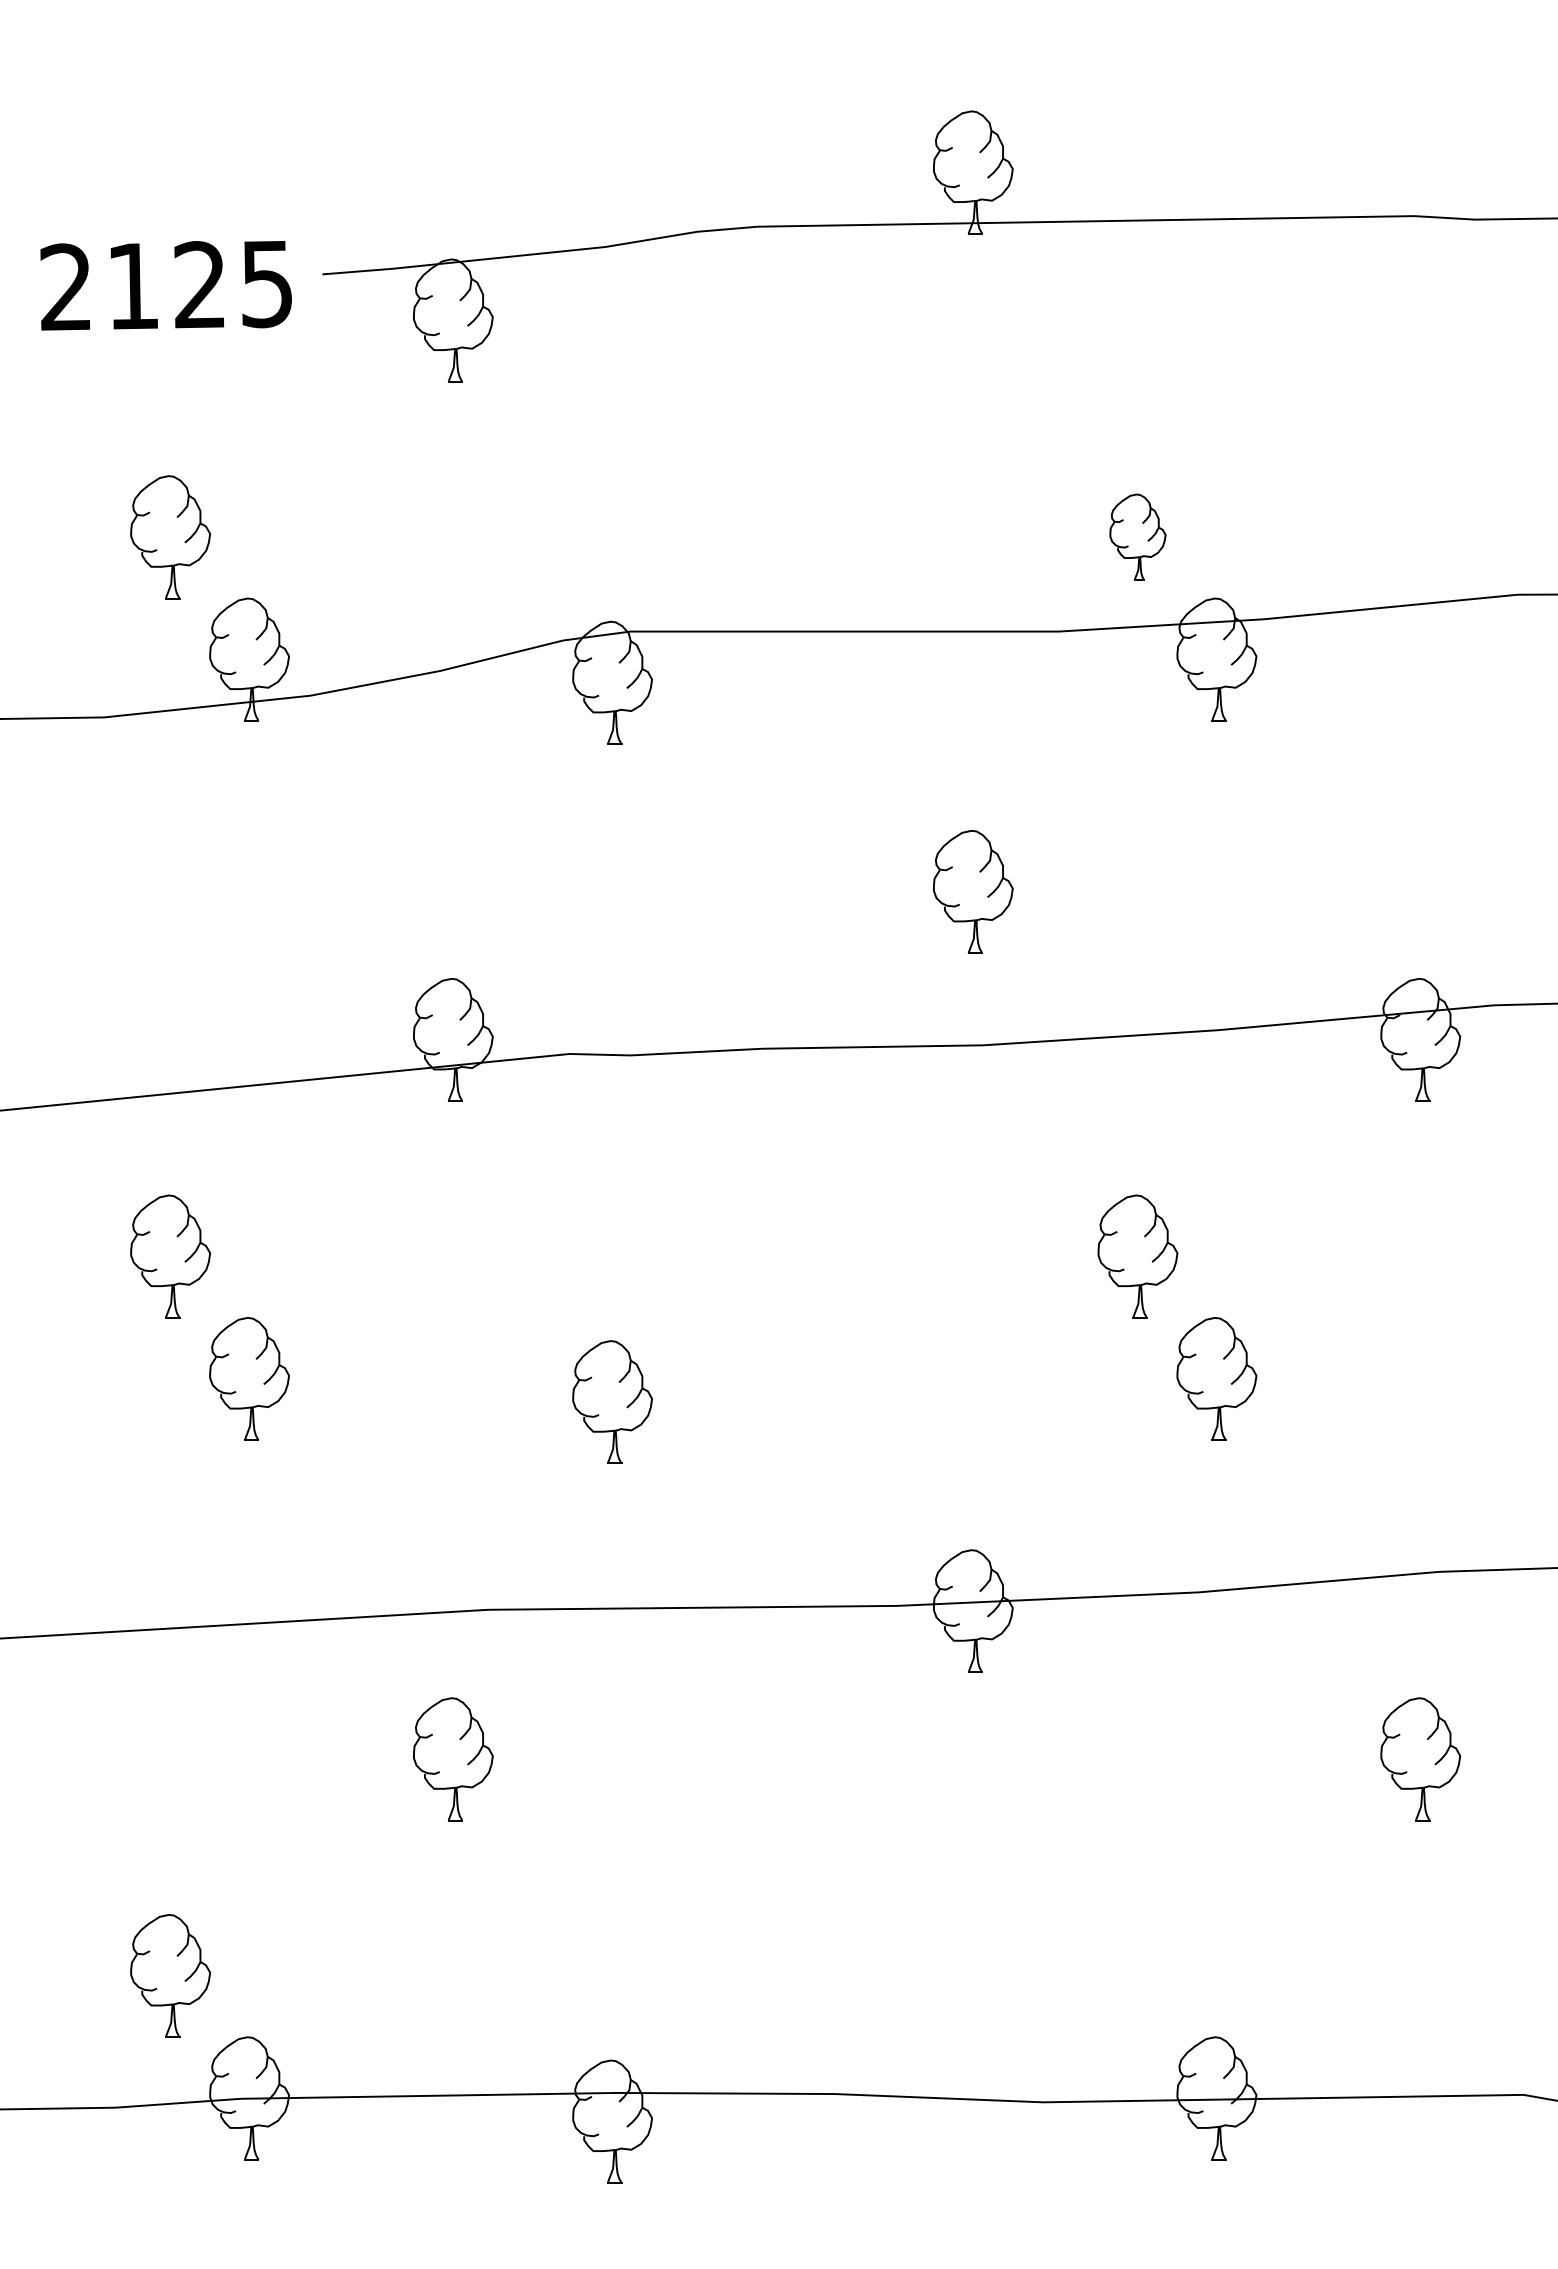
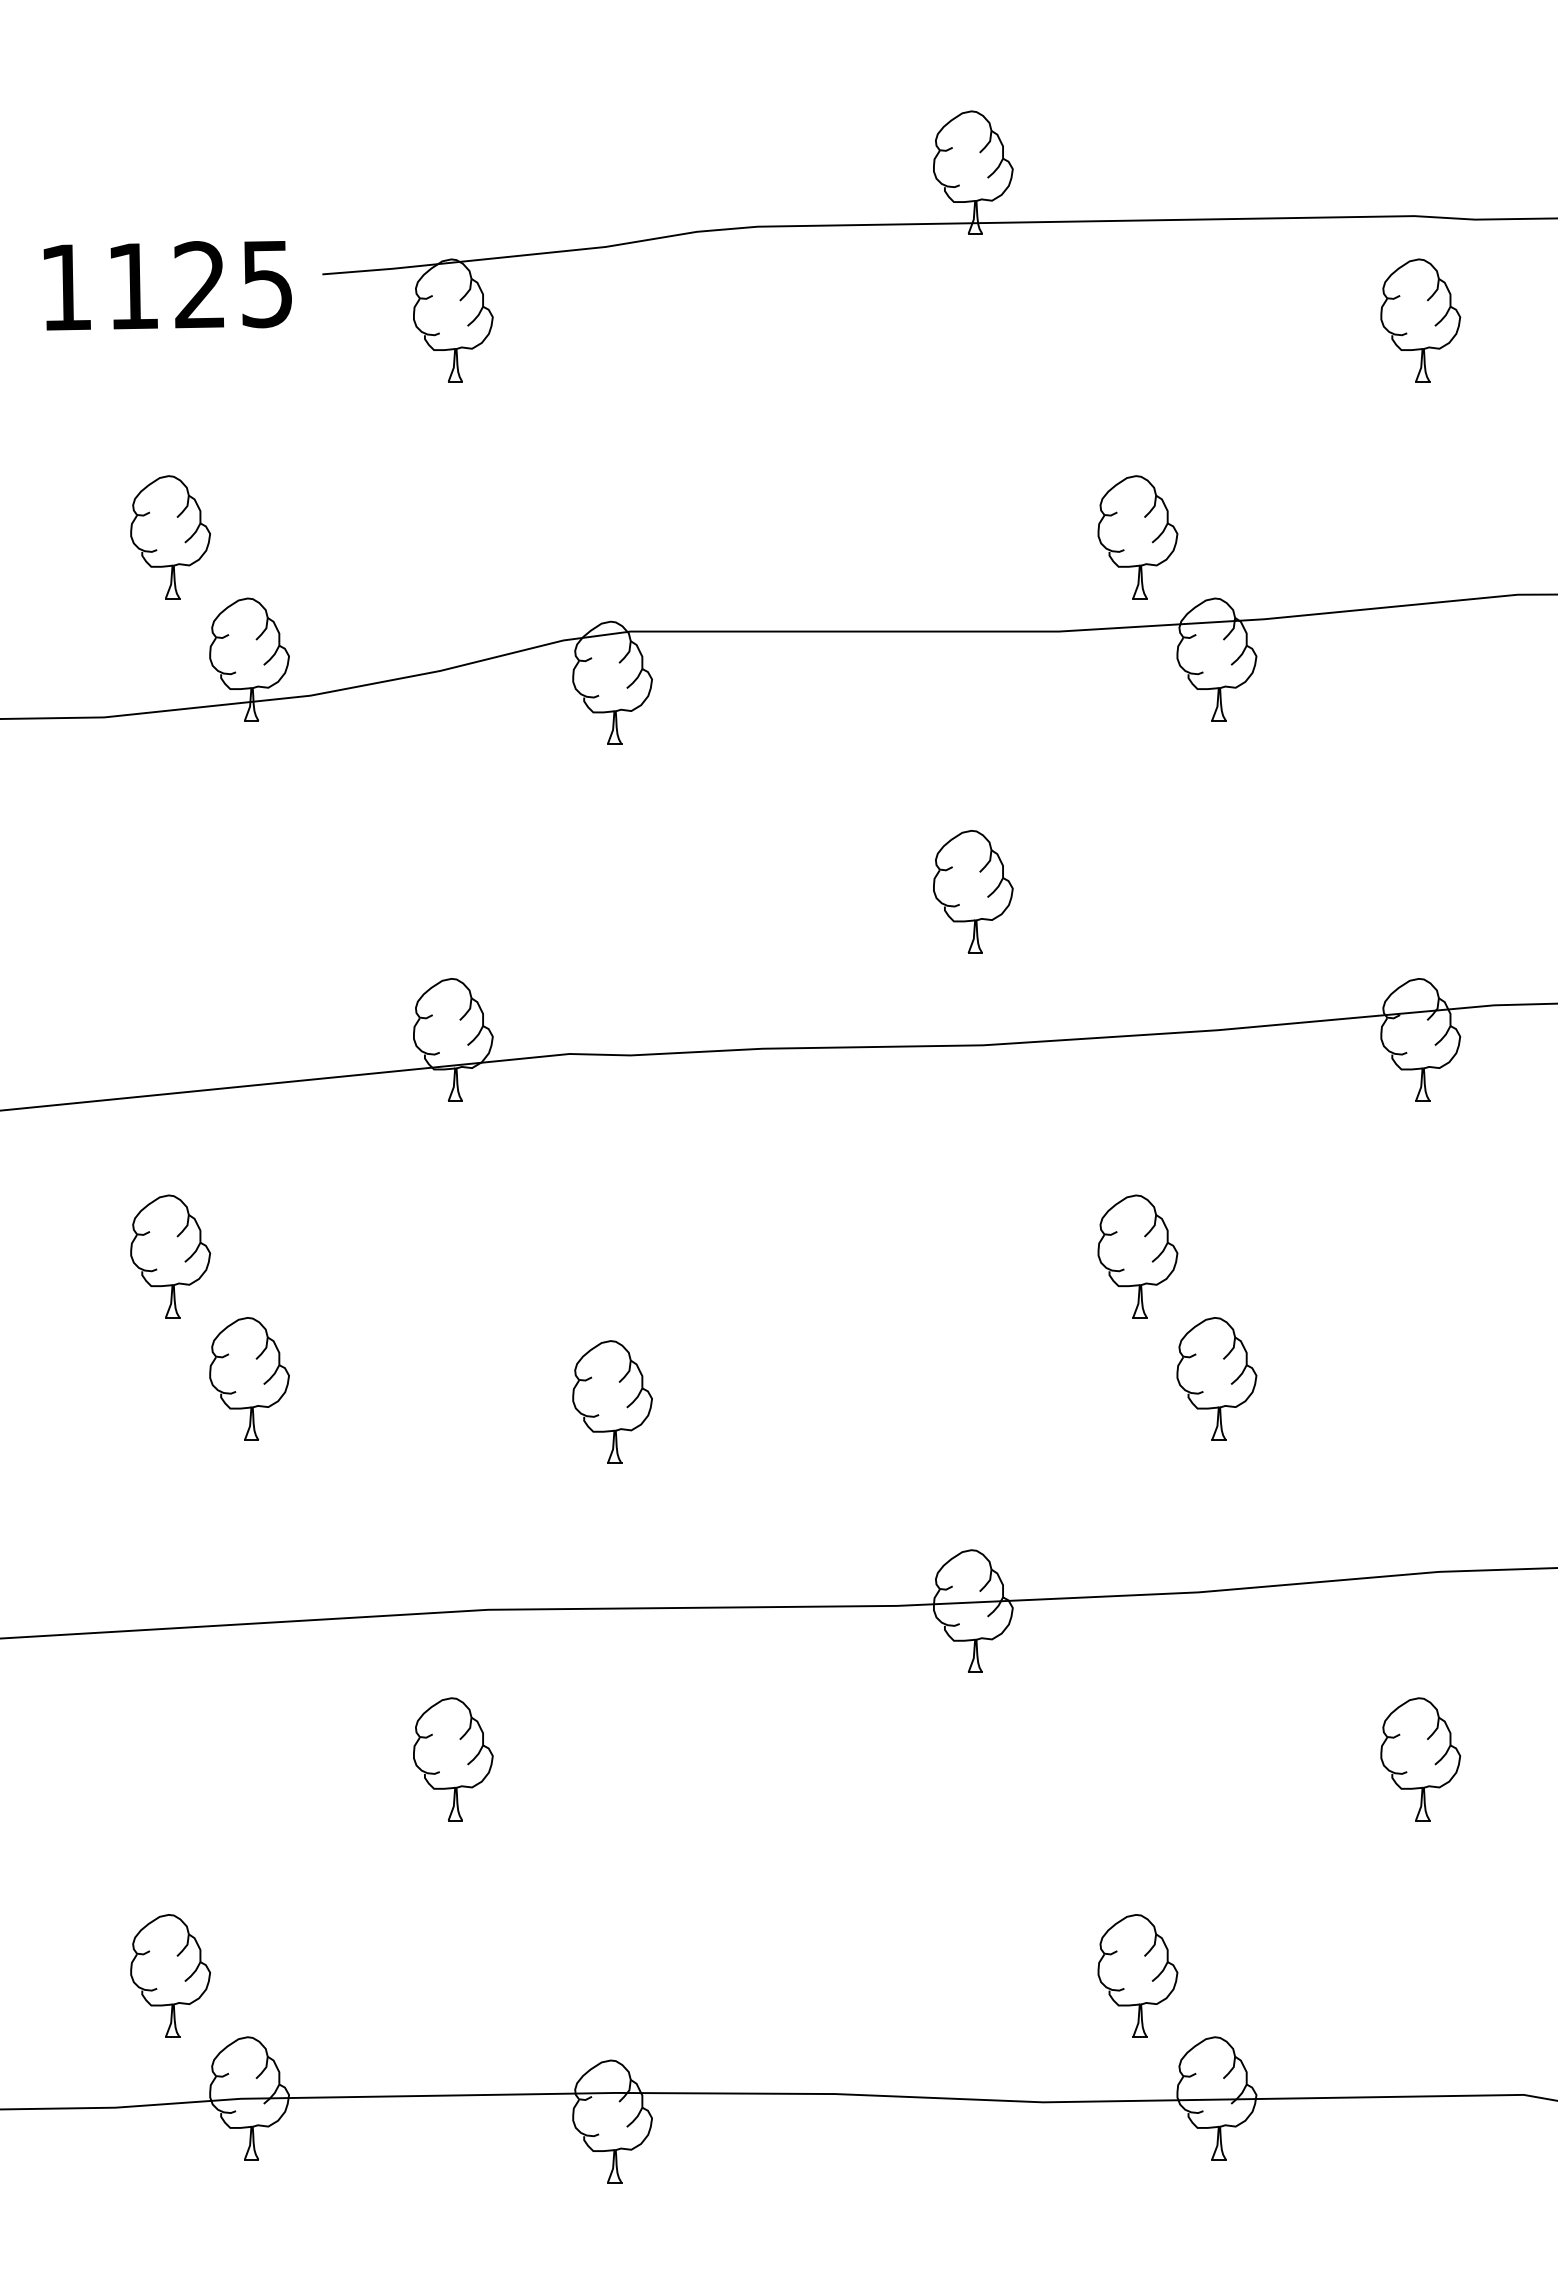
text at (65, 286): 2125 -> 1125
part at (1420, 320): none -> present
part at (1137, 536) size: 58x88 px -> 82x125 px
part at (1137, 1975): none -> present
